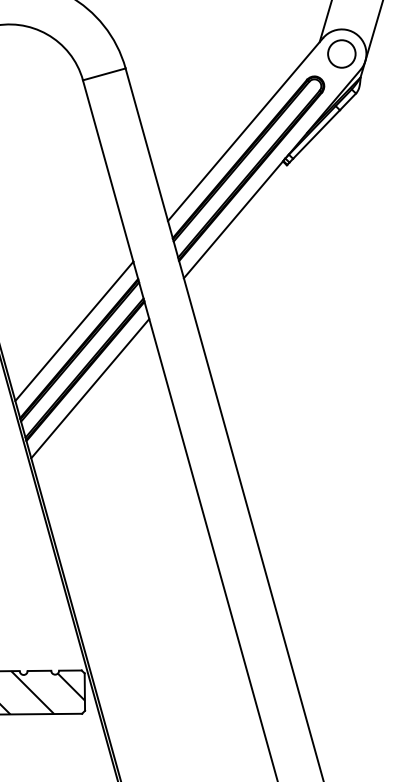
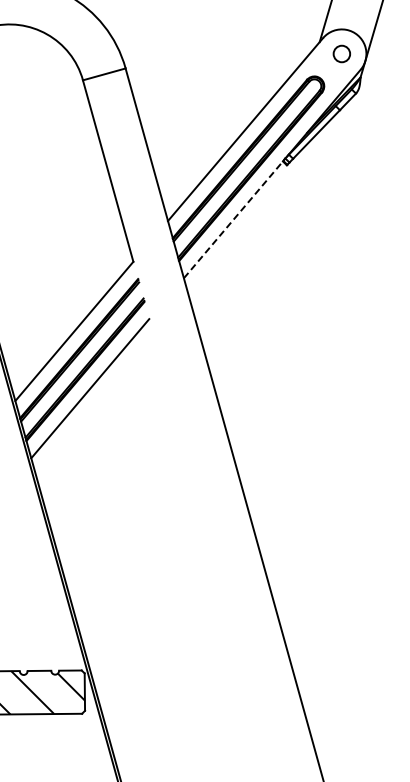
circle at (341, 53) size: 30x30 px -> 19x20 px
line at (234, 218): solid -> dashed
line at (205, 519): present -> none
